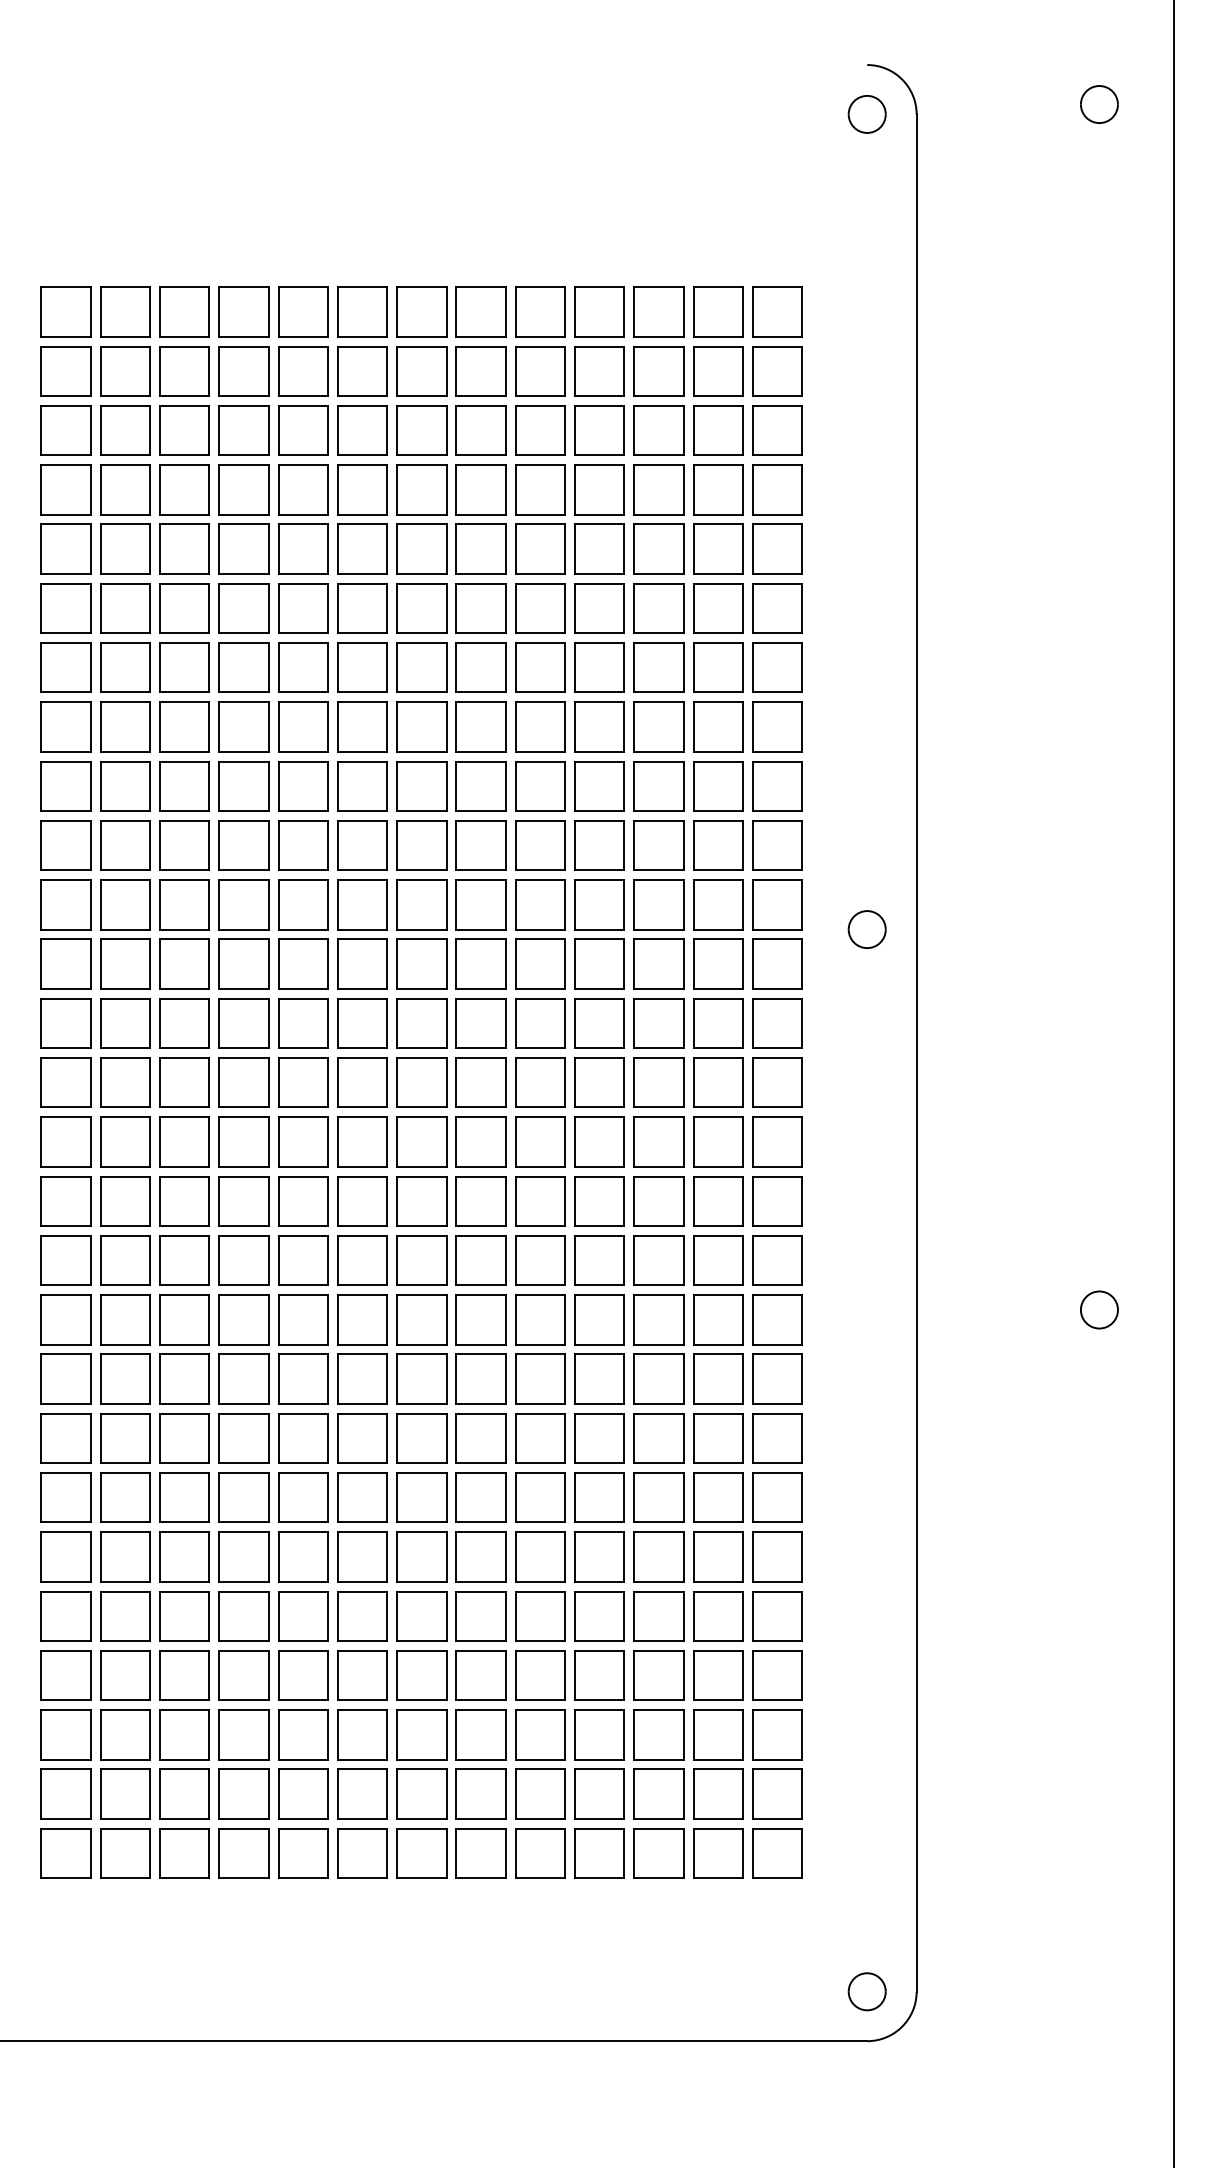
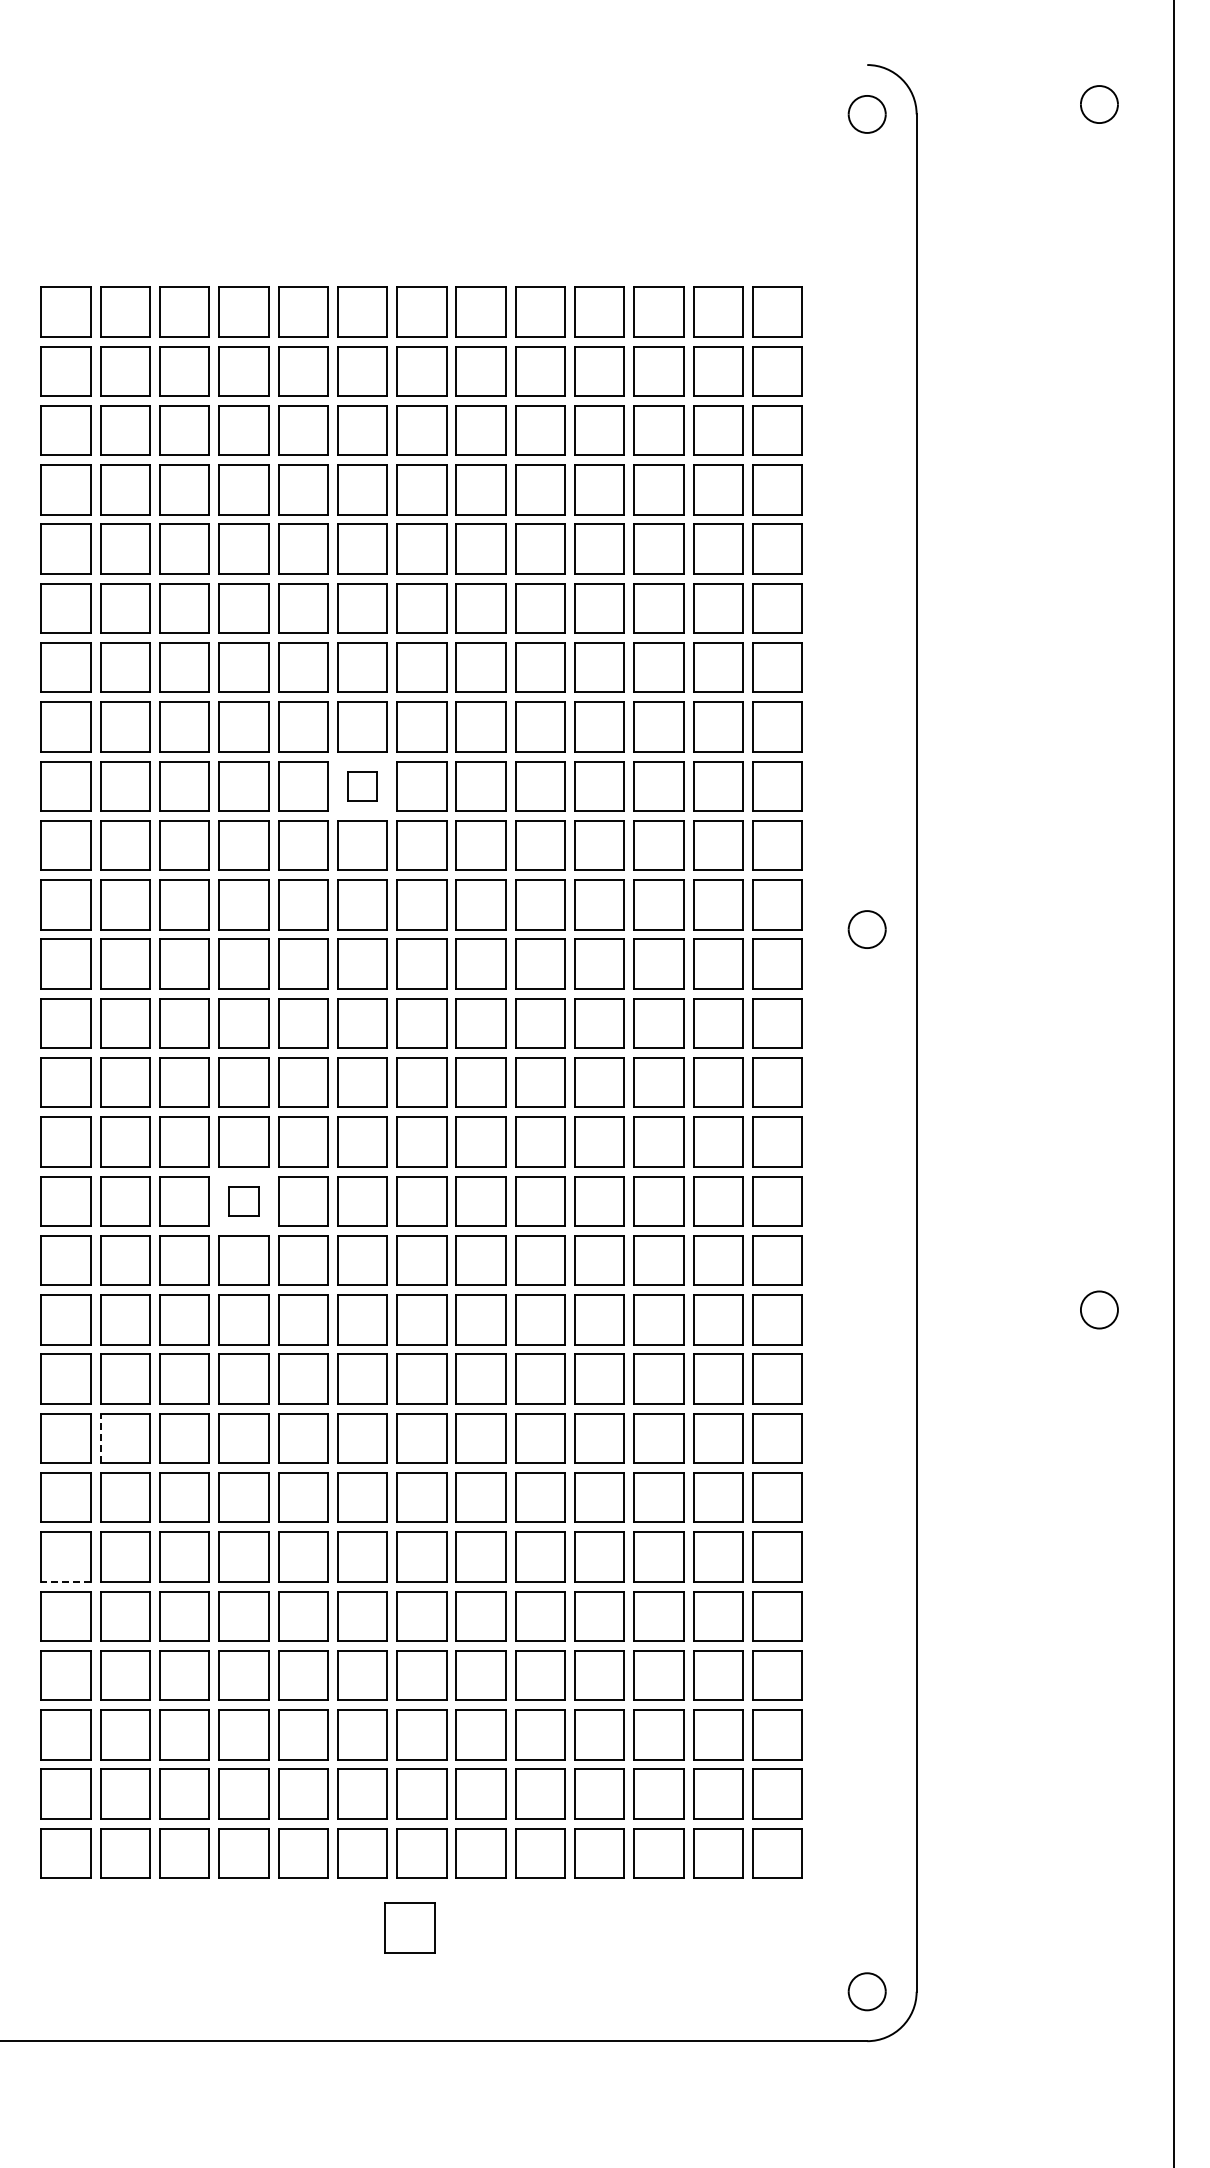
part at (362, 786) size: 51x51 px -> 31x31 px
part at (243, 1201) size: 52x51 px -> 32x31 px
line at (100, 1438): solid -> dashed
line at (66, 1581): solid -> dashed
part at (409, 1927): none -> present
